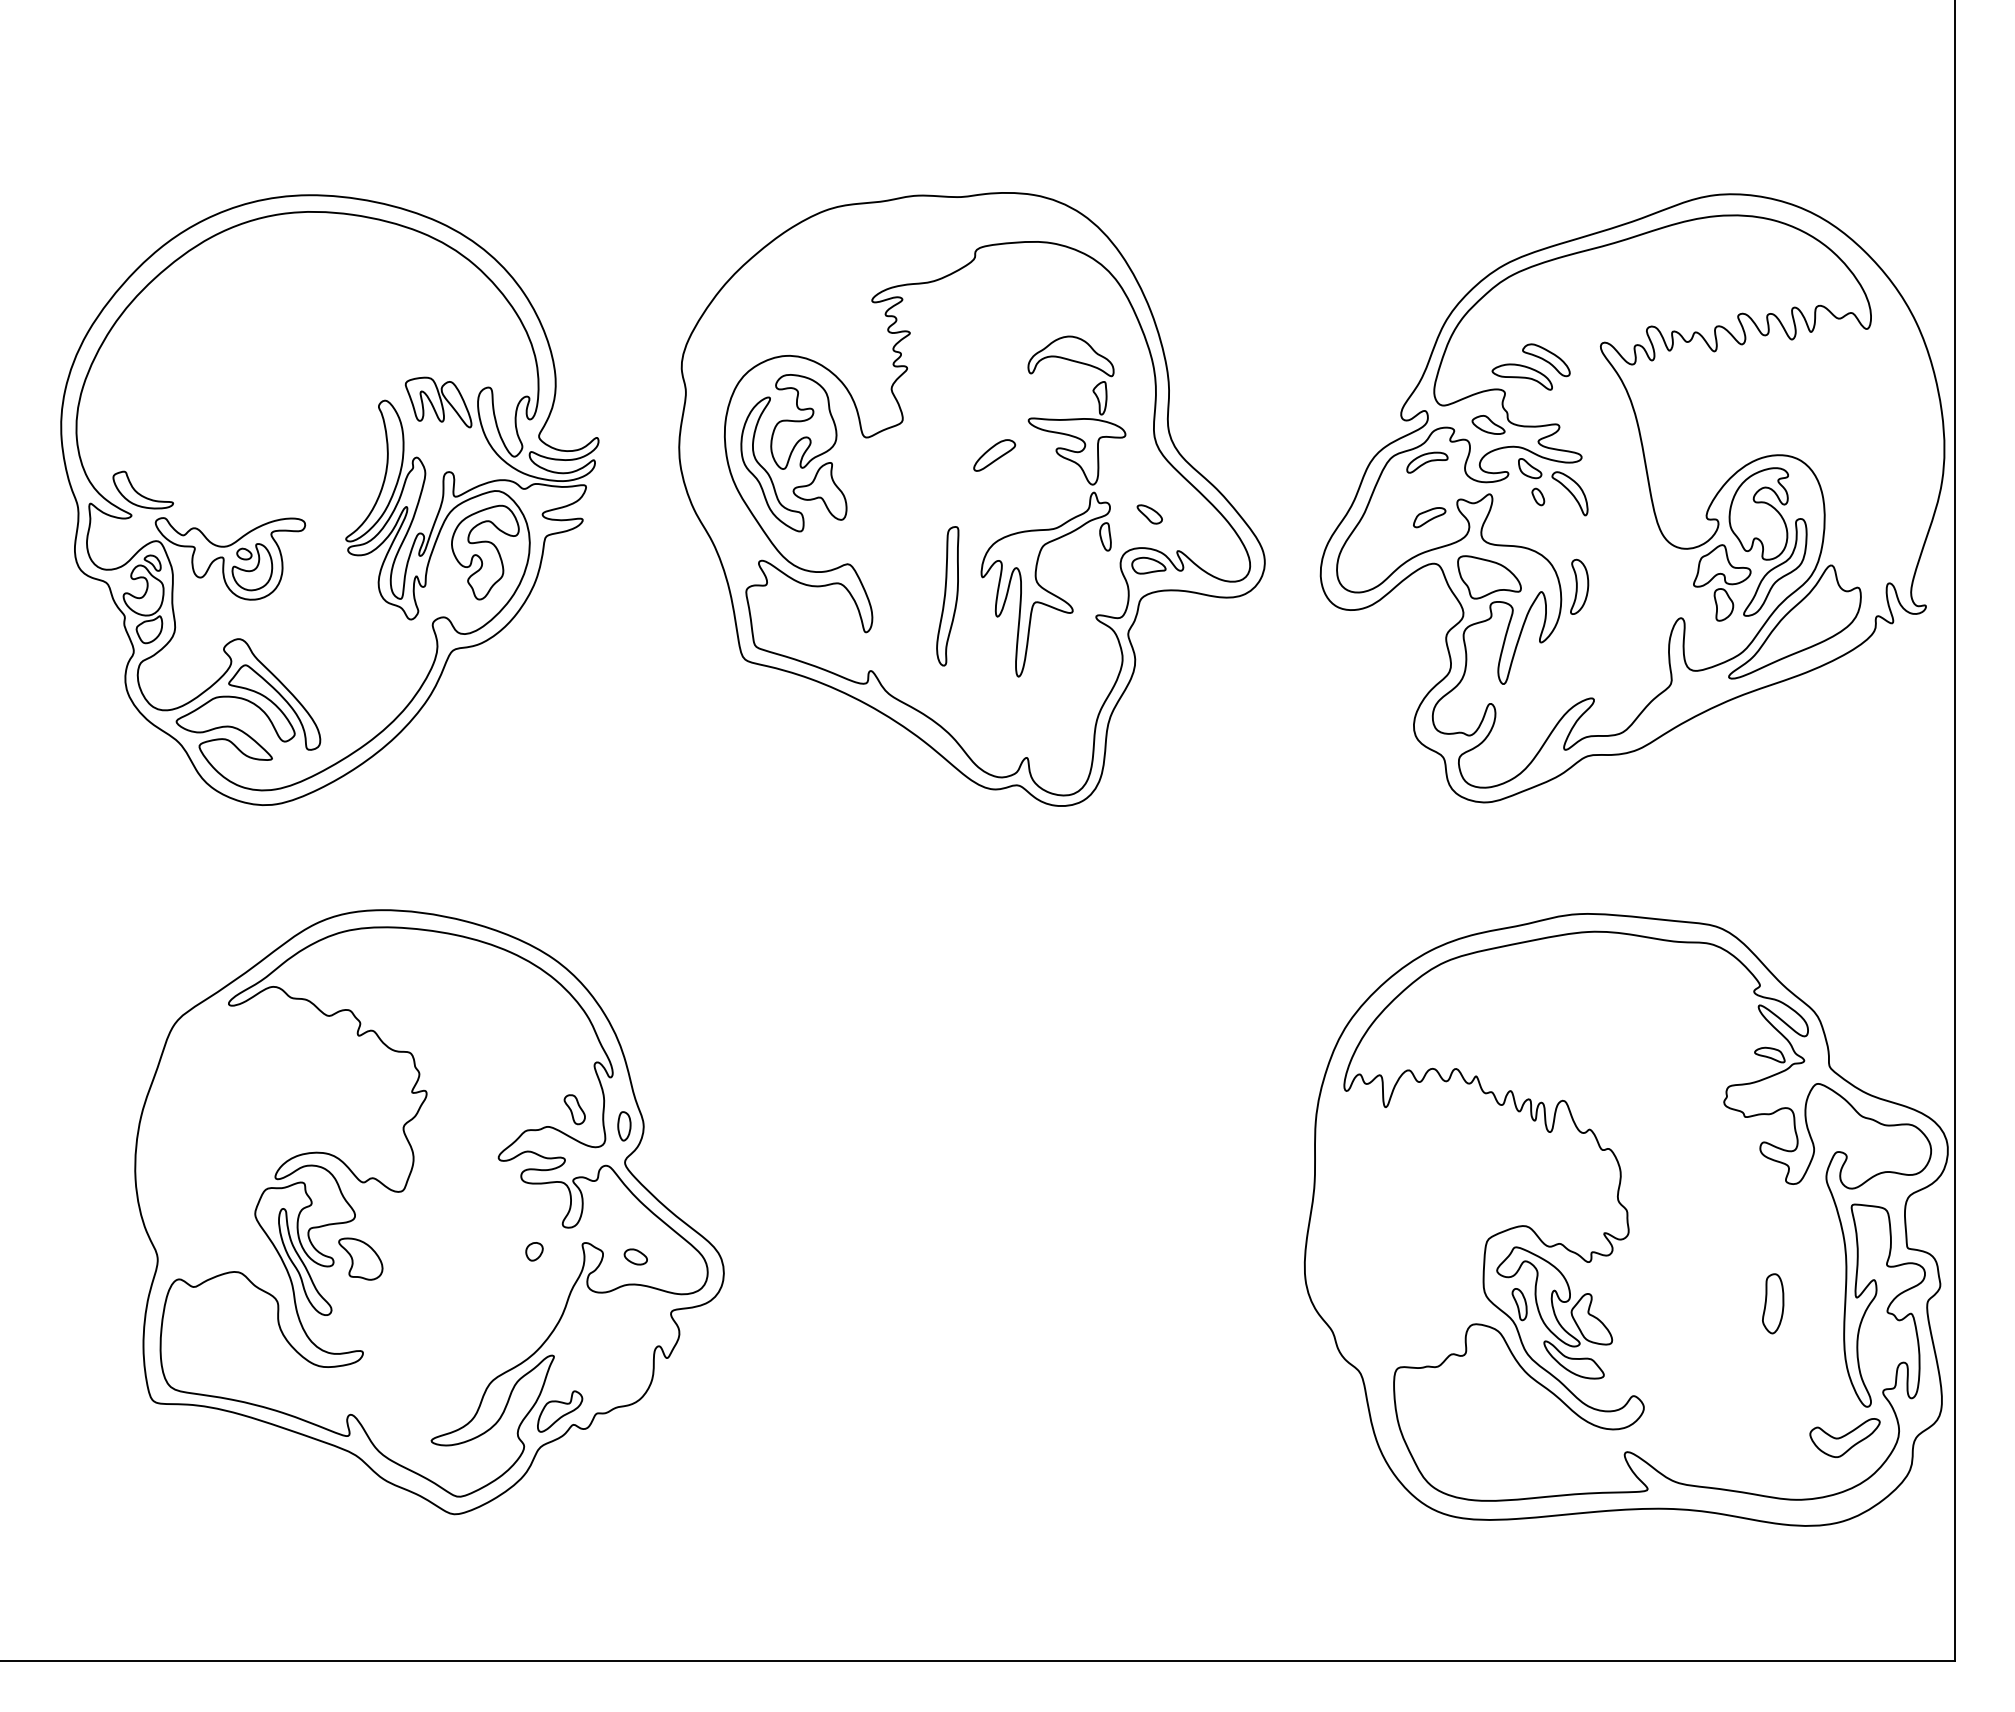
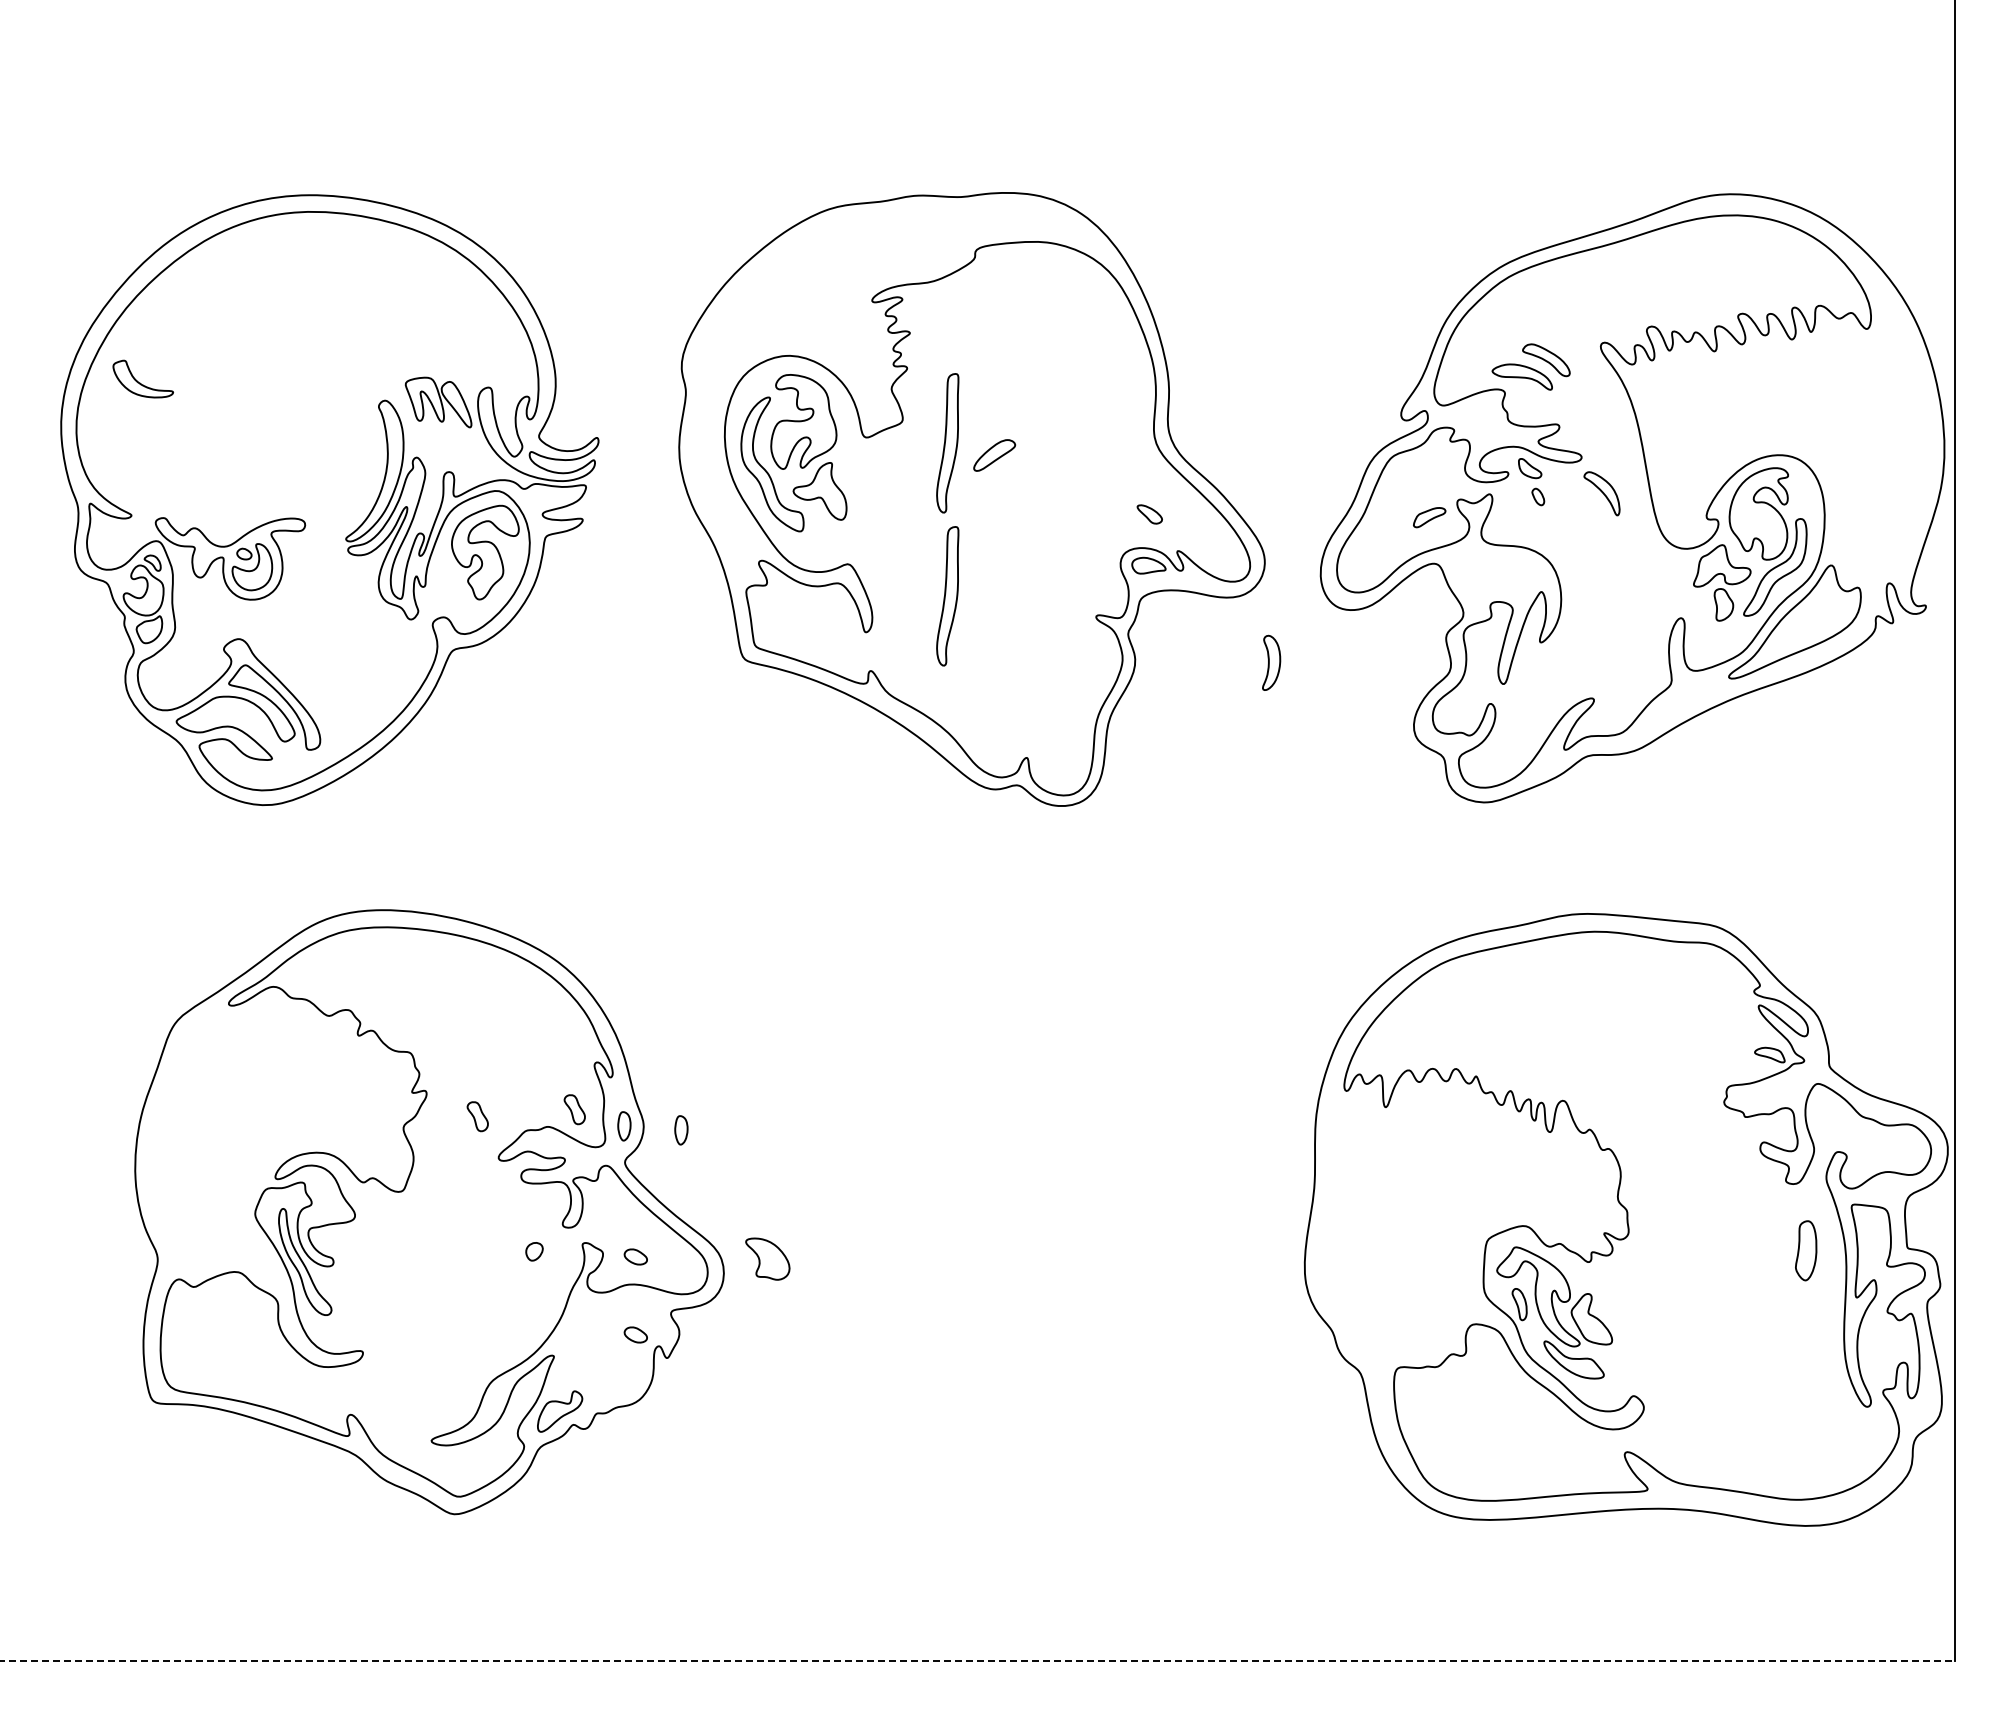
part at (1488, 424): present -> none
part at (947, 443): none -> present
part at (1427, 462): present -> none
part at (142, 489) position: (142, 489) -> (142, 378)
part at (1569, 493) position: (1569, 493) -> (1601, 493)
part at (1065, 521): present -> none
part at (1489, 577): present -> none
part at (1579, 586) position: (1579, 586) -> (1271, 662)
part at (477, 1116): none -> present
part at (681, 1130): none -> present
part at (360, 1258) position: (360, 1258) -> (767, 1258)
part at (1773, 1303) position: (1773, 1303) -> (1806, 1250)
part at (635, 1334): none -> present
part at (1844, 1437): present -> none
line at (977, 1660): solid -> dashed
